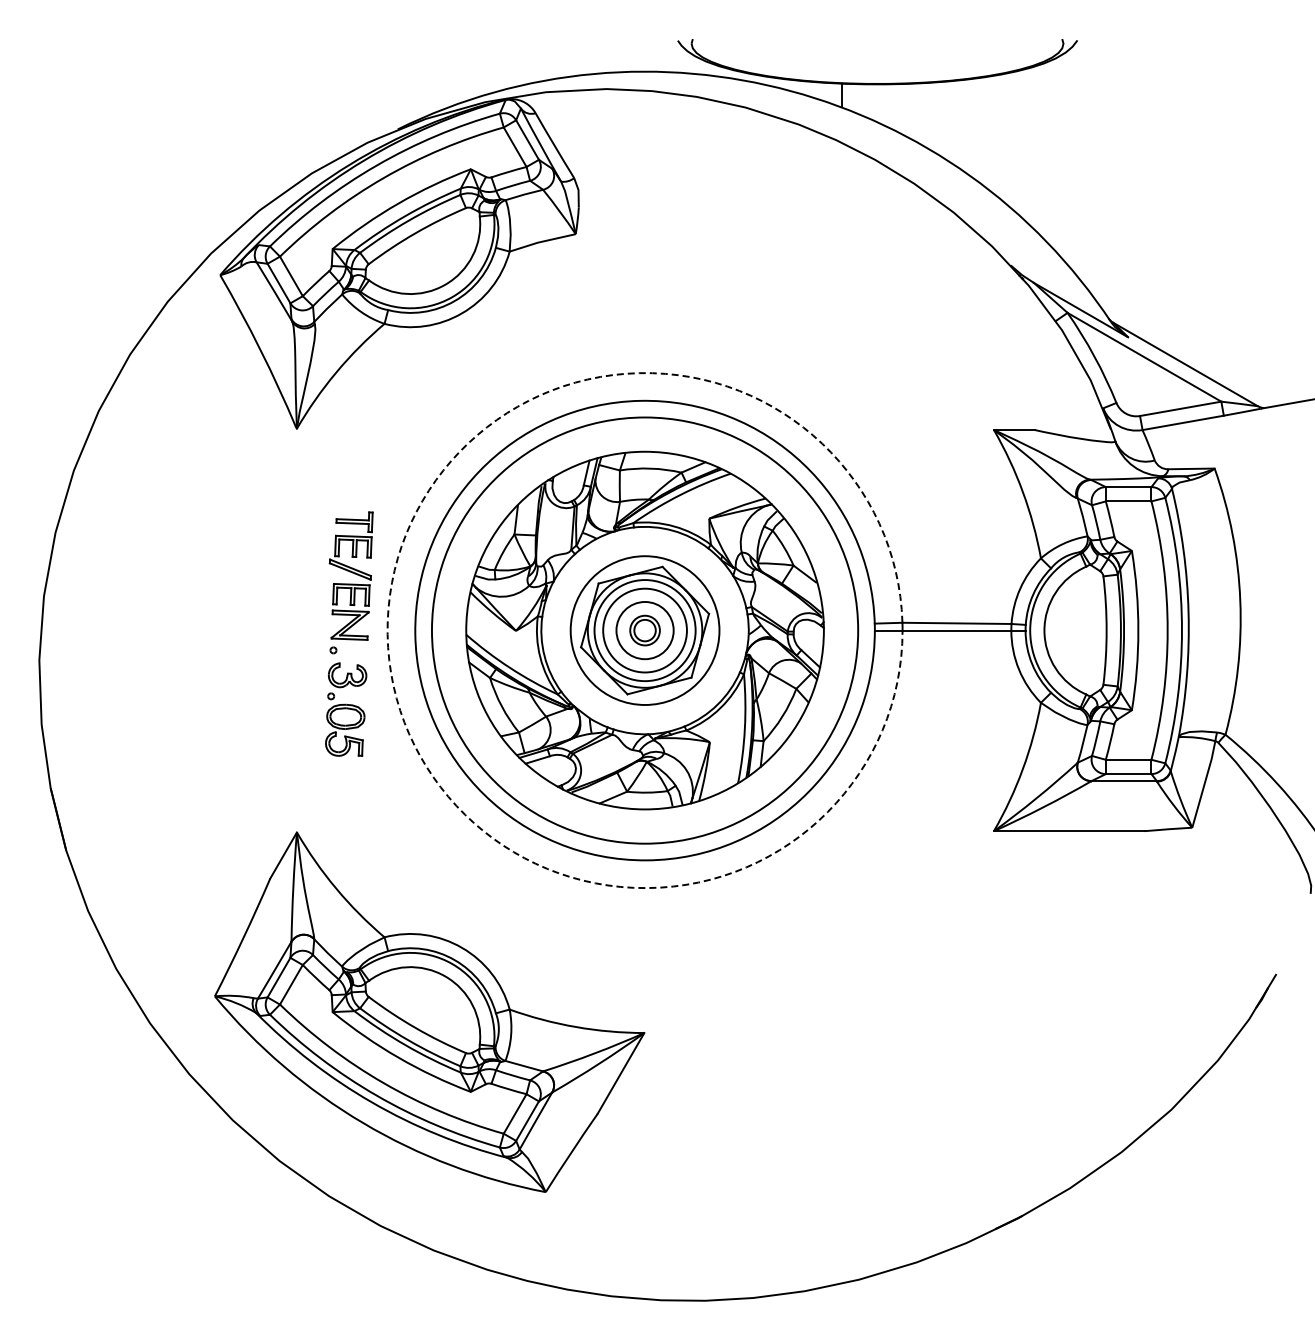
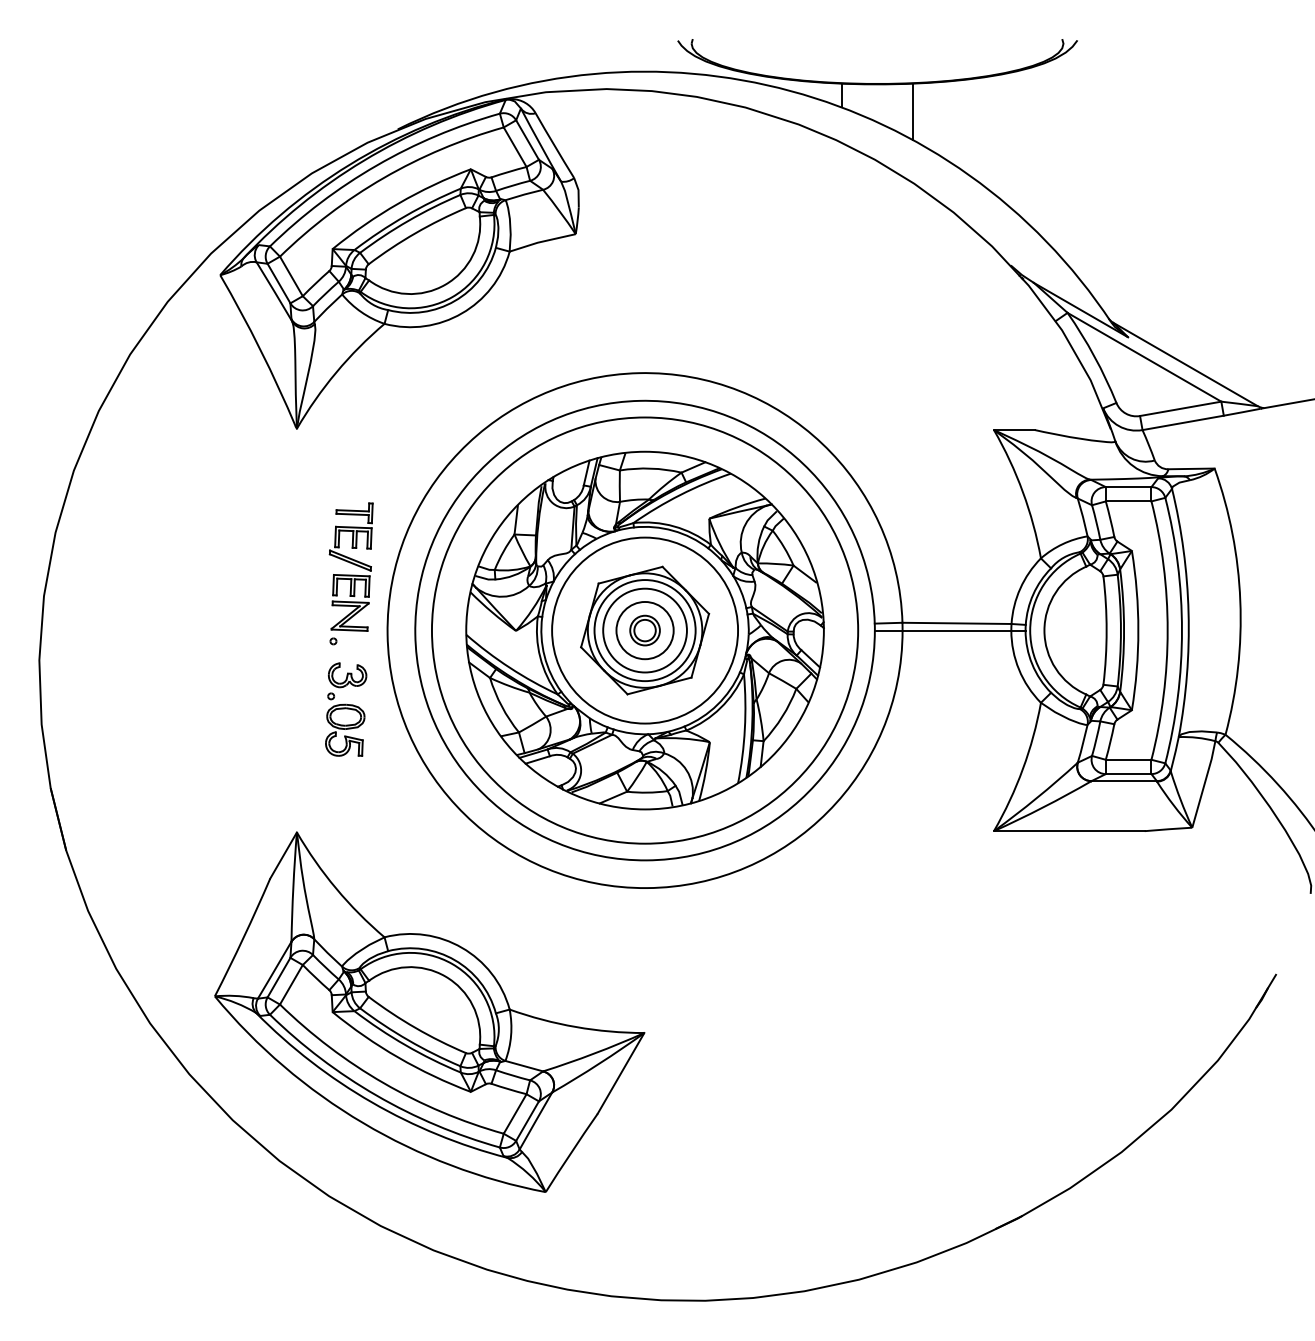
line at (913, 111): none -> present
part at (350, 582) position: (350, 582) -> (350, 573)
circle at (644, 630) diameter: 149 px -> 186 px
arc at (387, 634): dashed -> solid
